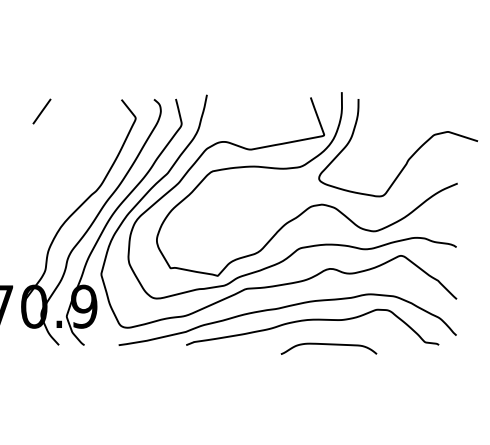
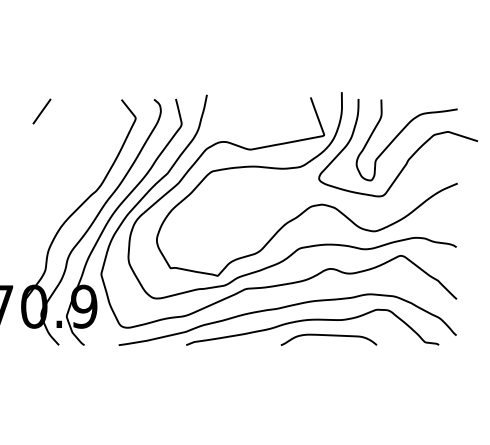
curve at (398, 136): none -> present
curve at (328, 345) position: (328, 345) -> (328, 336)
